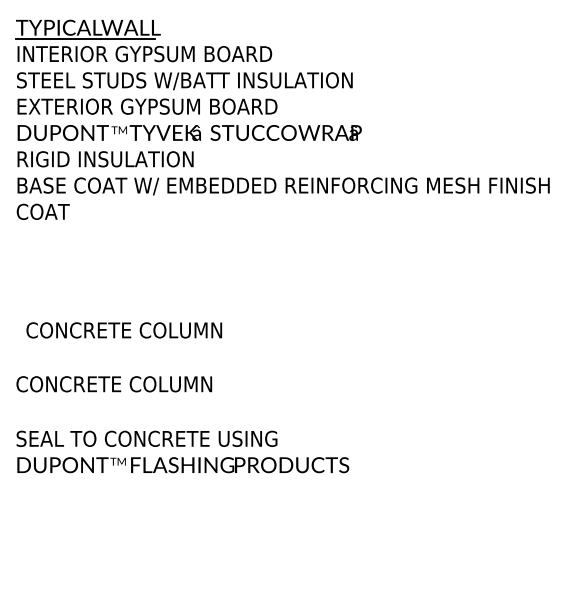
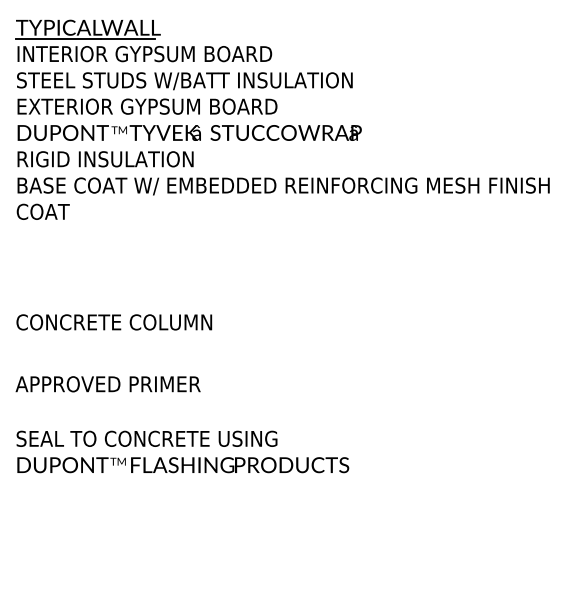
text at (124, 330) position: (124, 330) -> (114, 322)
text at (113, 384): CONCRETE COLUMN -> APPROVED PRIMER
